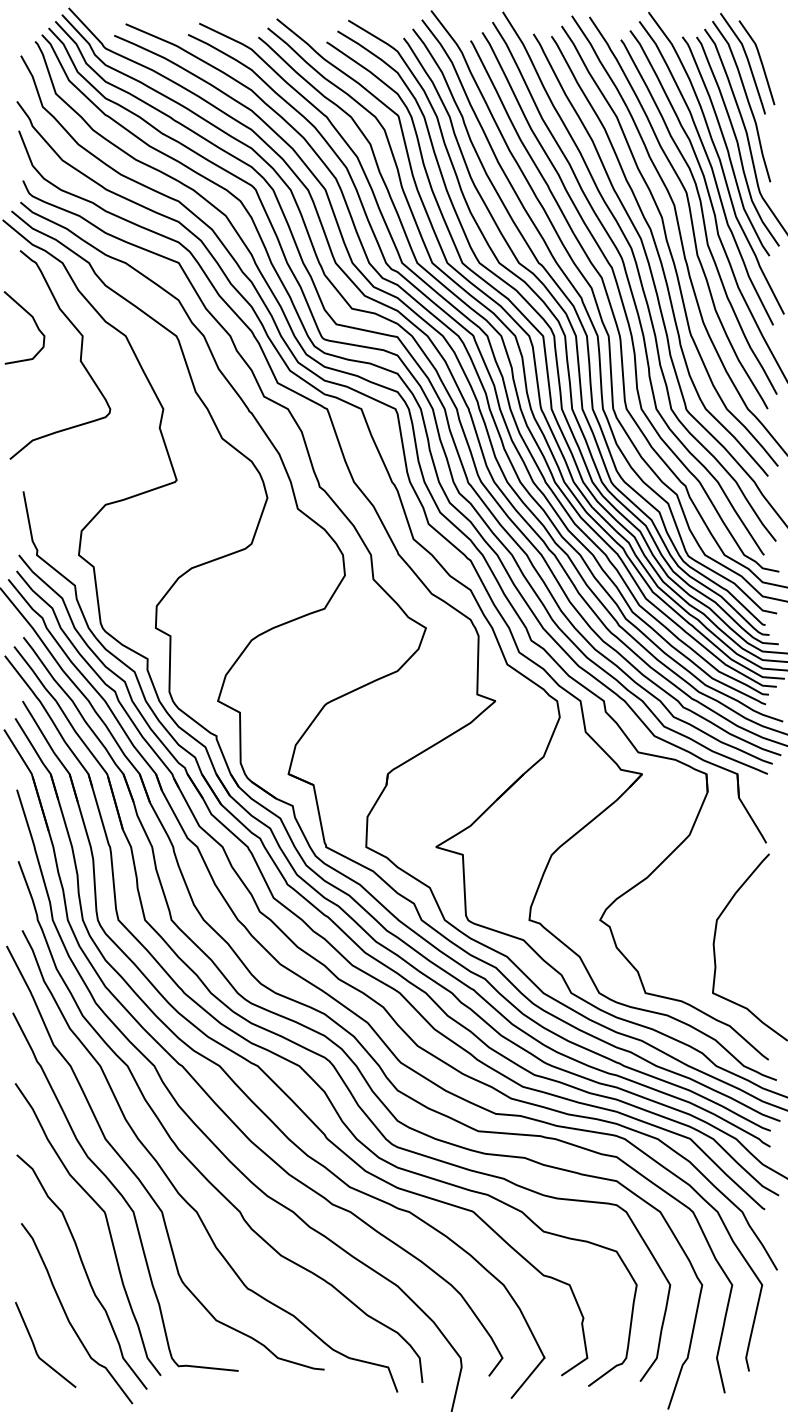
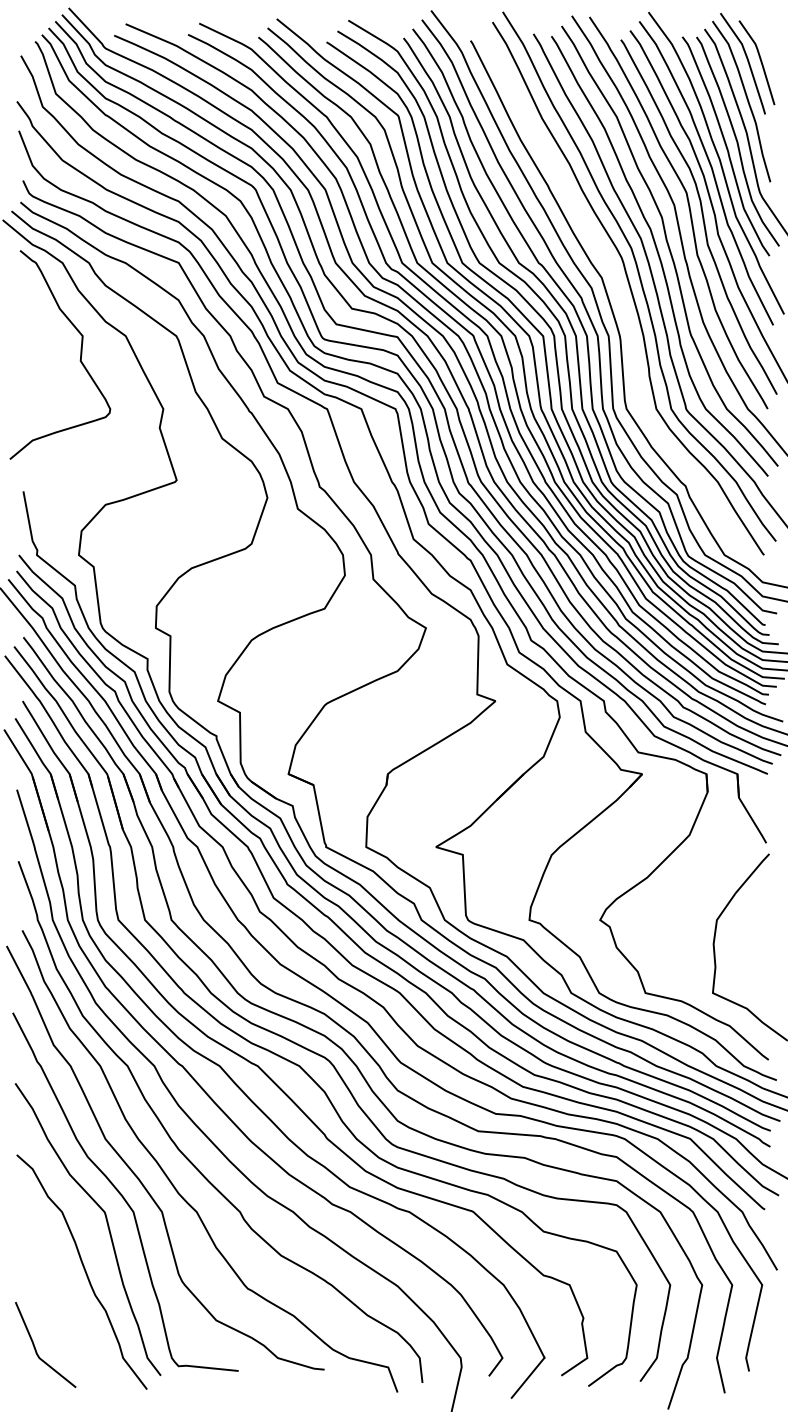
curve at (624, 305): present -> none
curve at (34, 323): present -> none
curve at (68, 1317): present -> none
